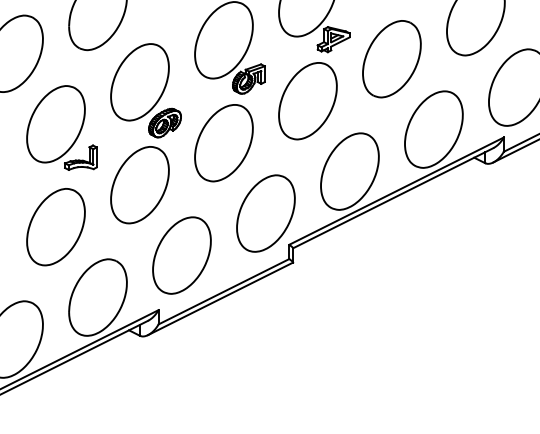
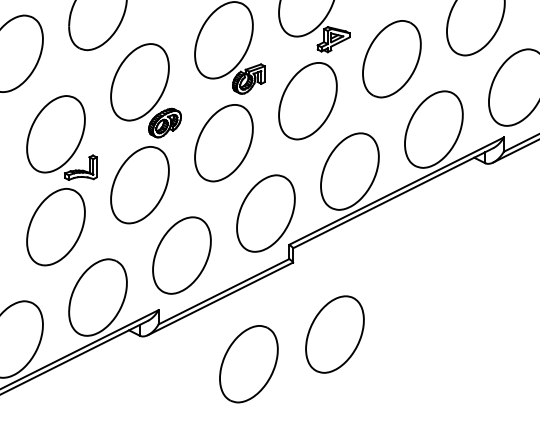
part at (61, 127) position: (61, 127) -> (61, 137)
part at (334, 334): none -> present
part at (248, 364): none -> present
